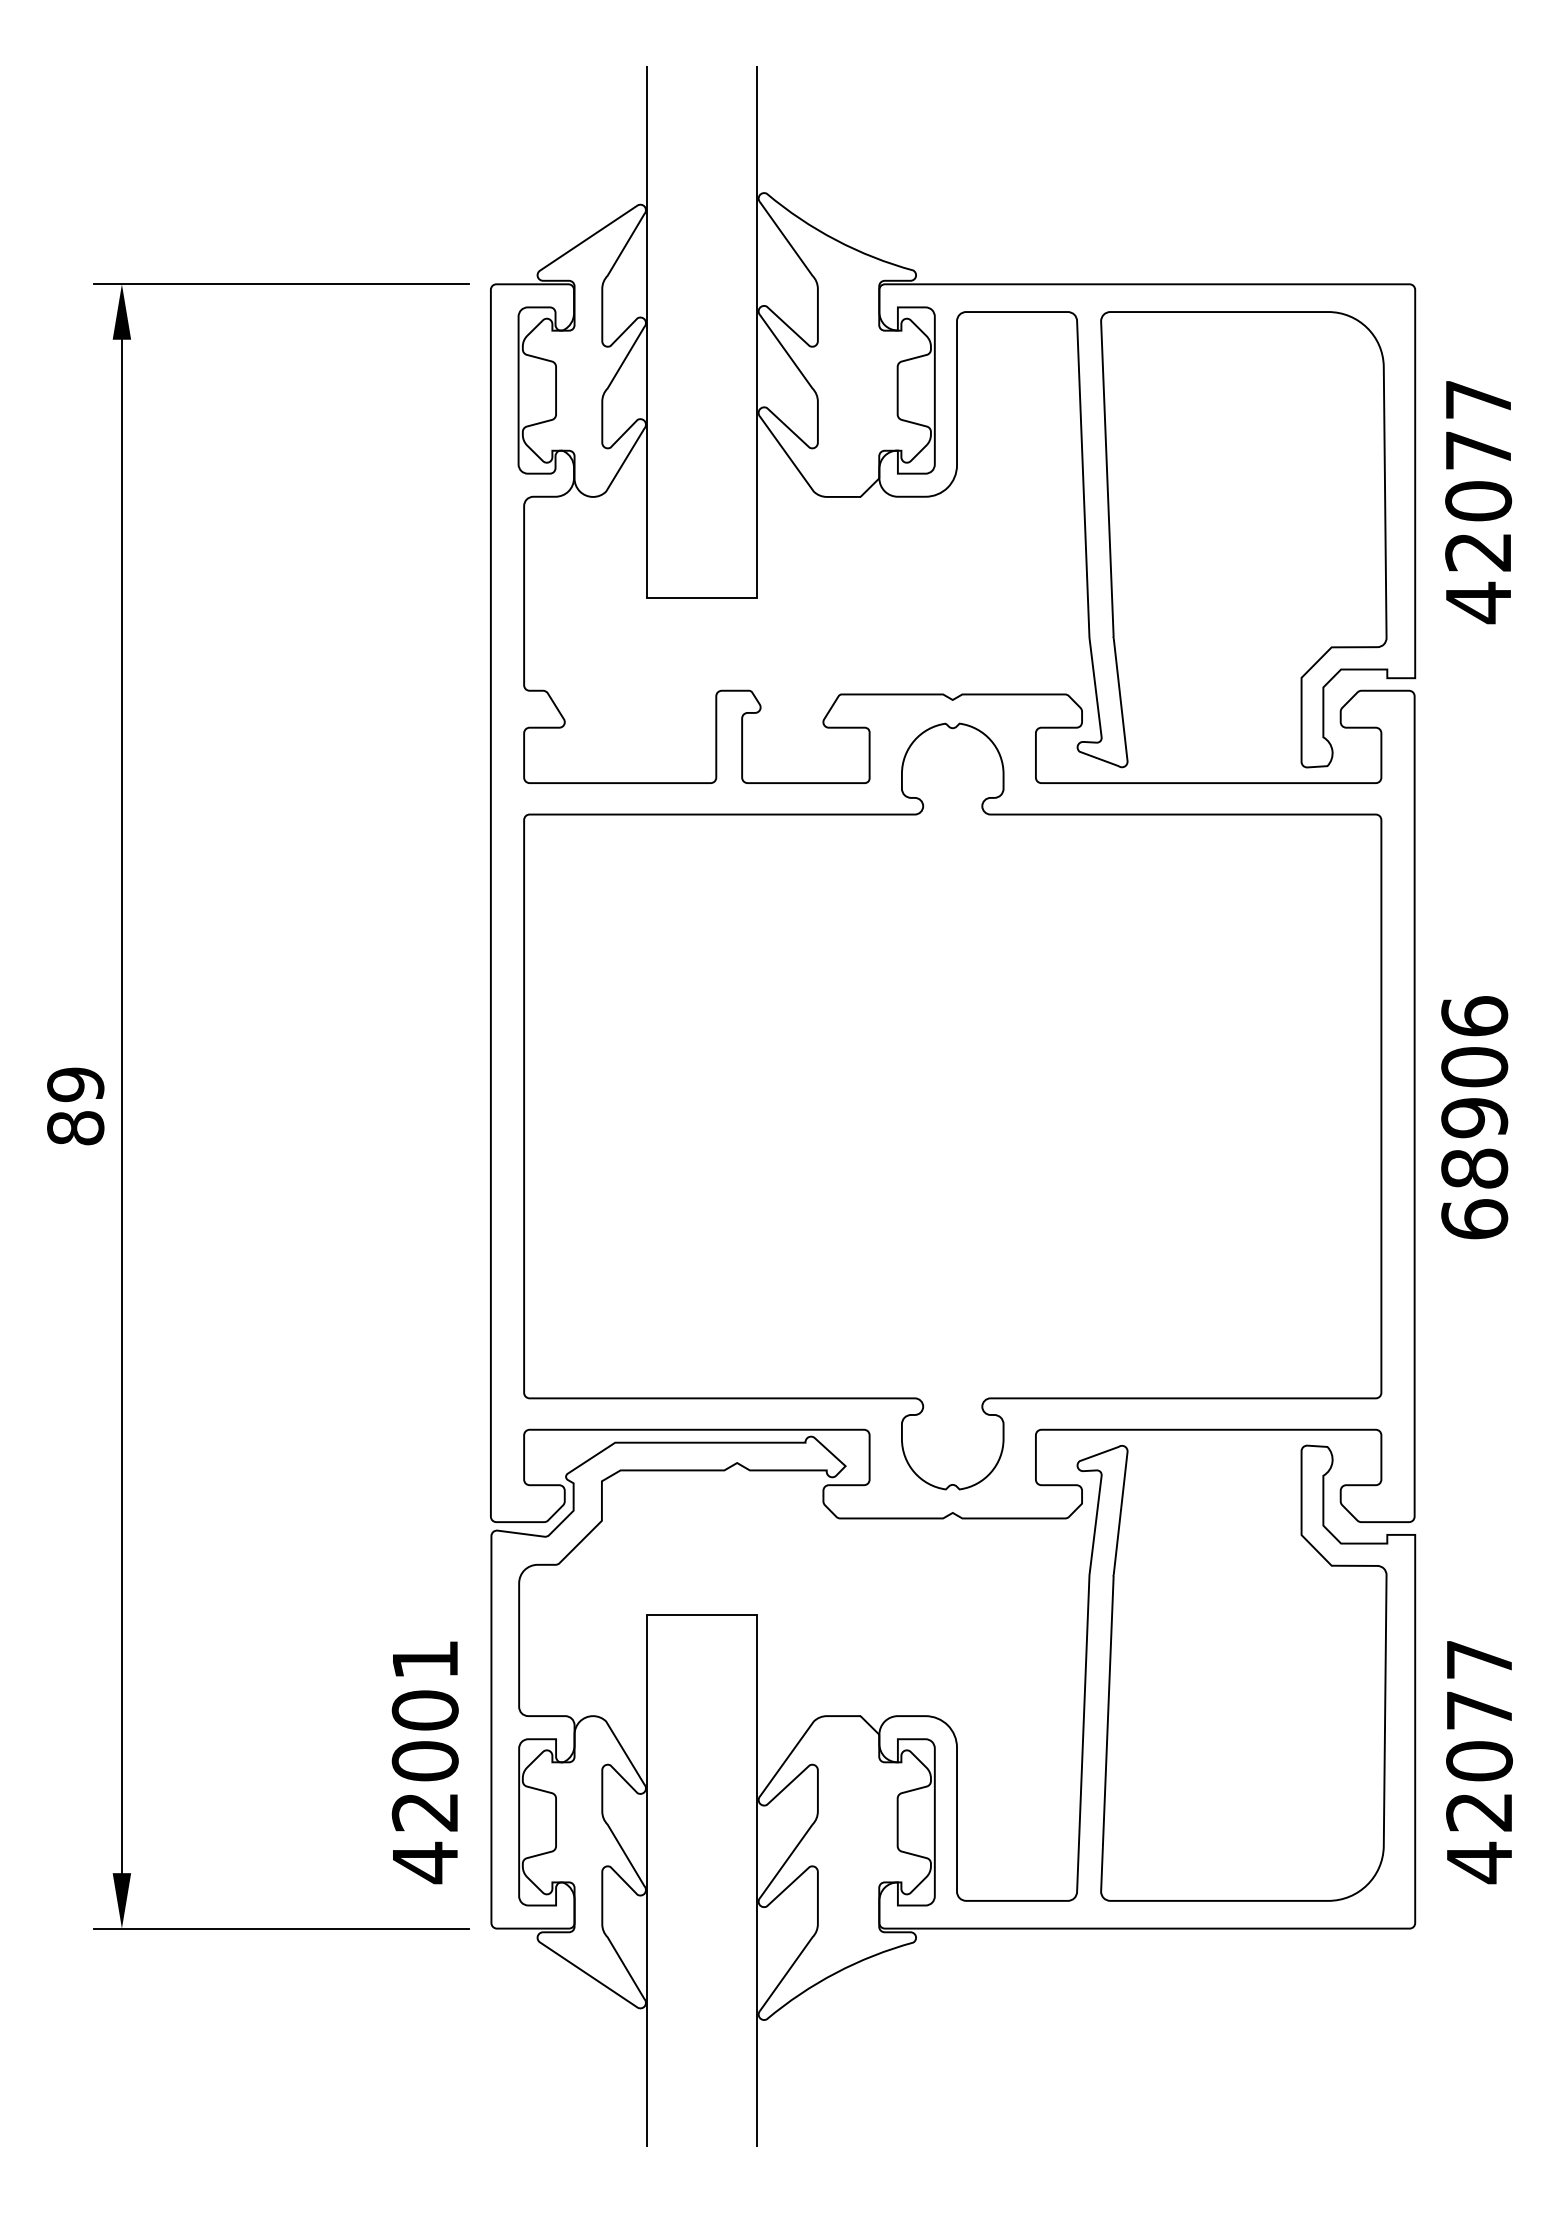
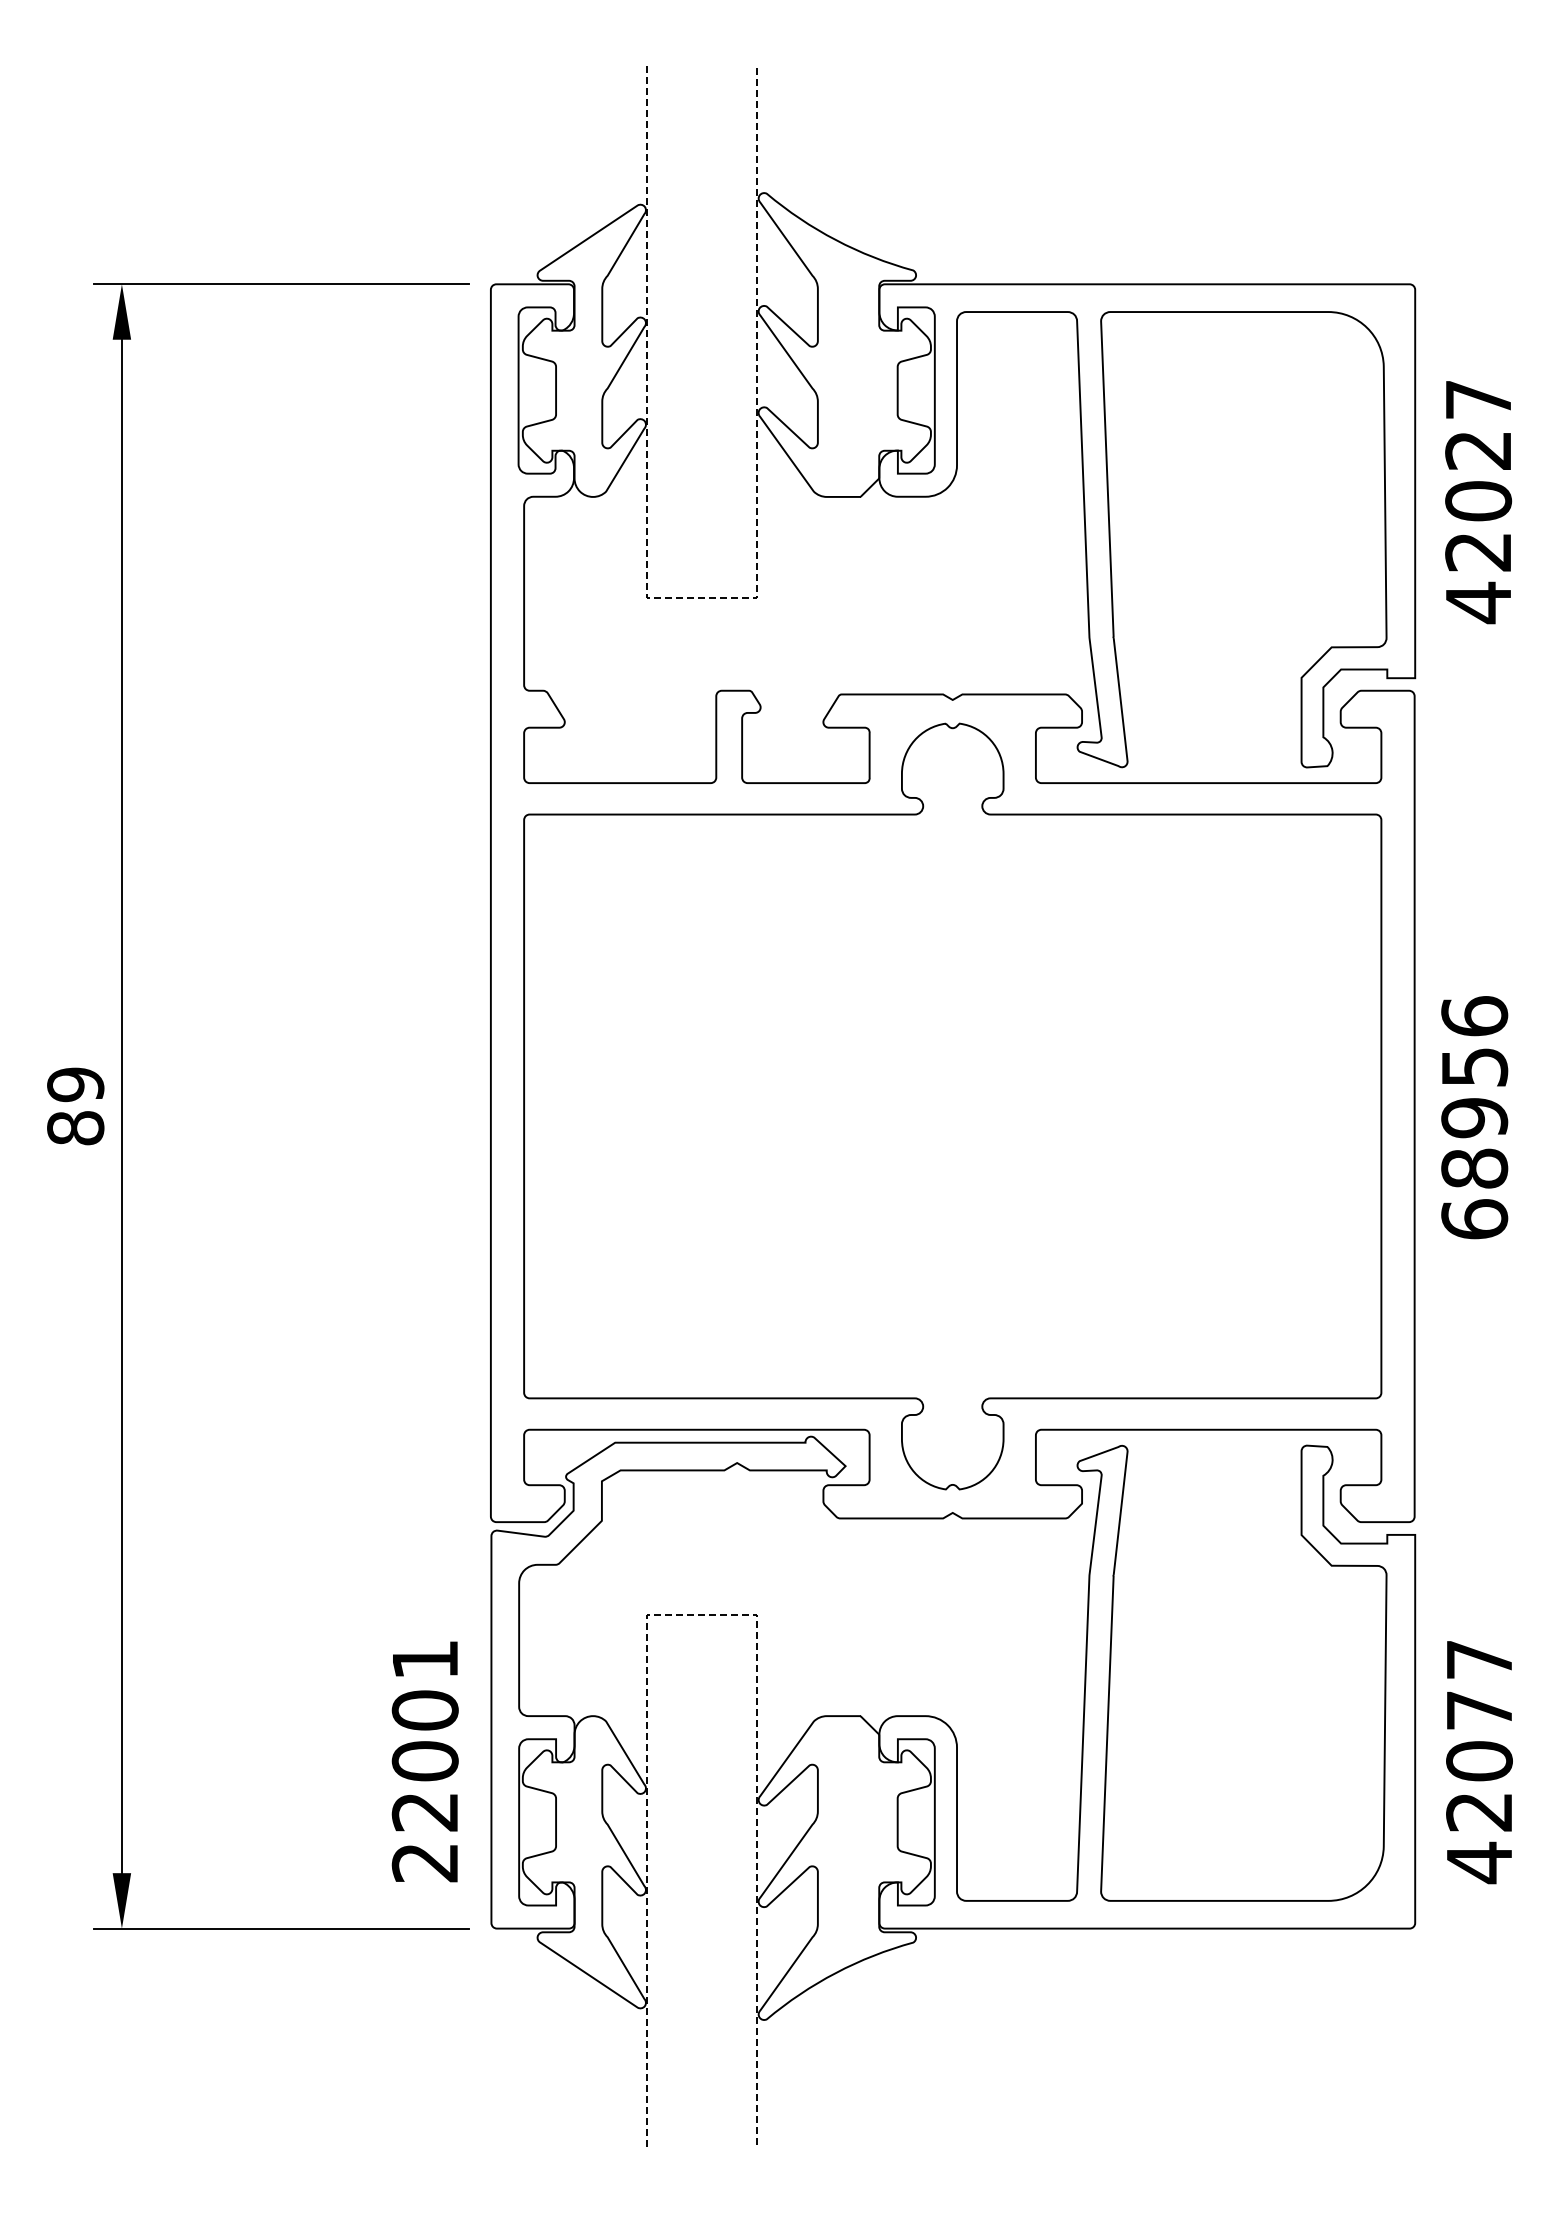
text at (1477, 450): 42077 -> 42027
line at (702, 598): solid -> dashed
text at (1474, 1067): 68906 -> 68956
line at (702, 1614): solid -> dashed
text at (424, 1862): 42001 -> 22001
